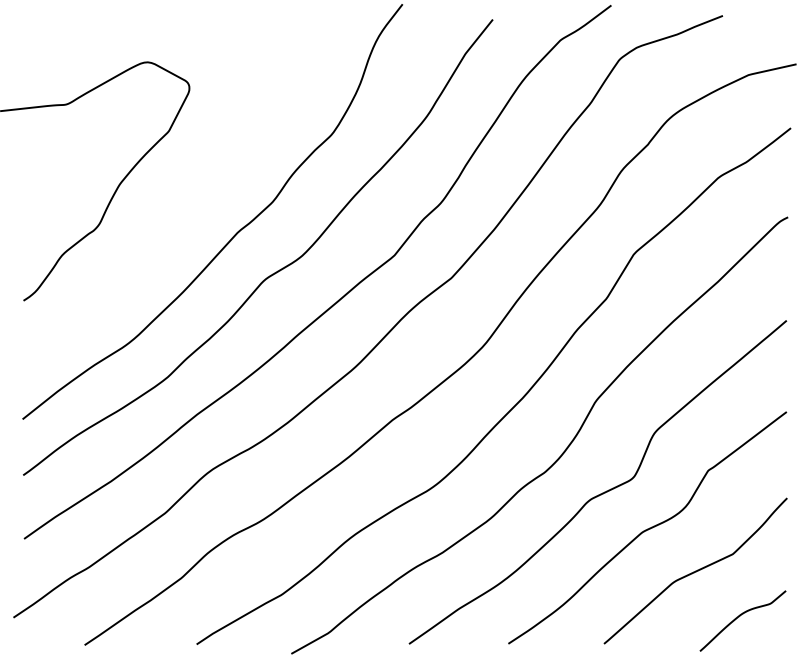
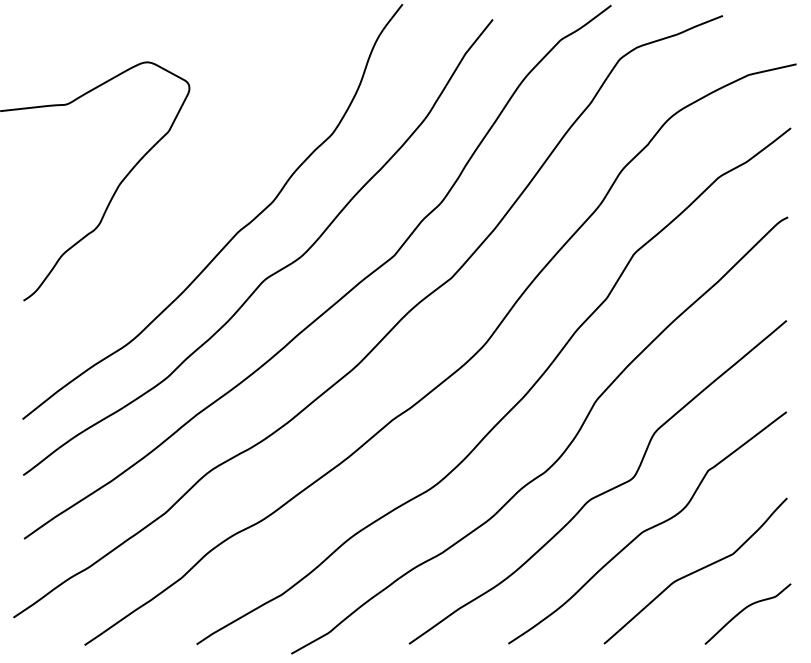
curve at (739, 617) position: (739, 617) -> (744, 610)
